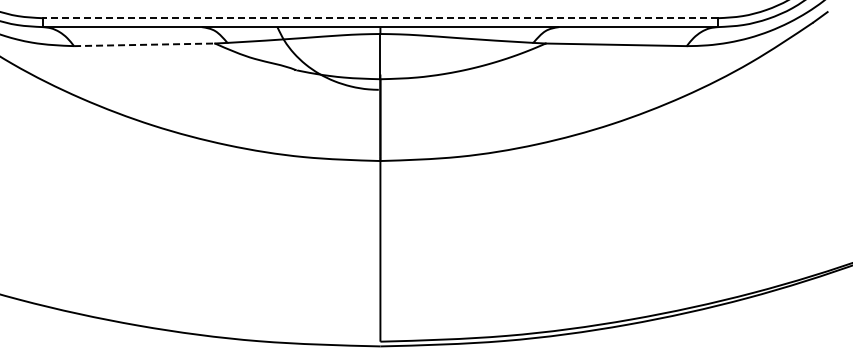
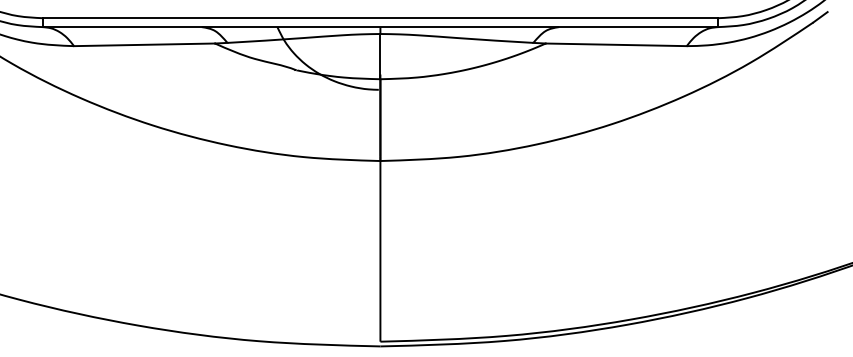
line at (380, 18): dashed -> solid
line at (144, 44): dashed -> solid
